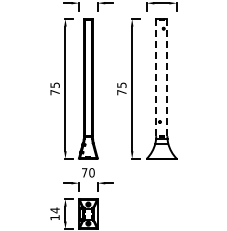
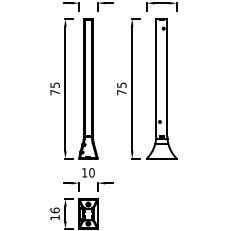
line at (156, 77): dashed -> solid
line at (167, 78): dashed -> solid
text at (84, 172): 70 -> 10
text at (54, 210): 14 -> 16
